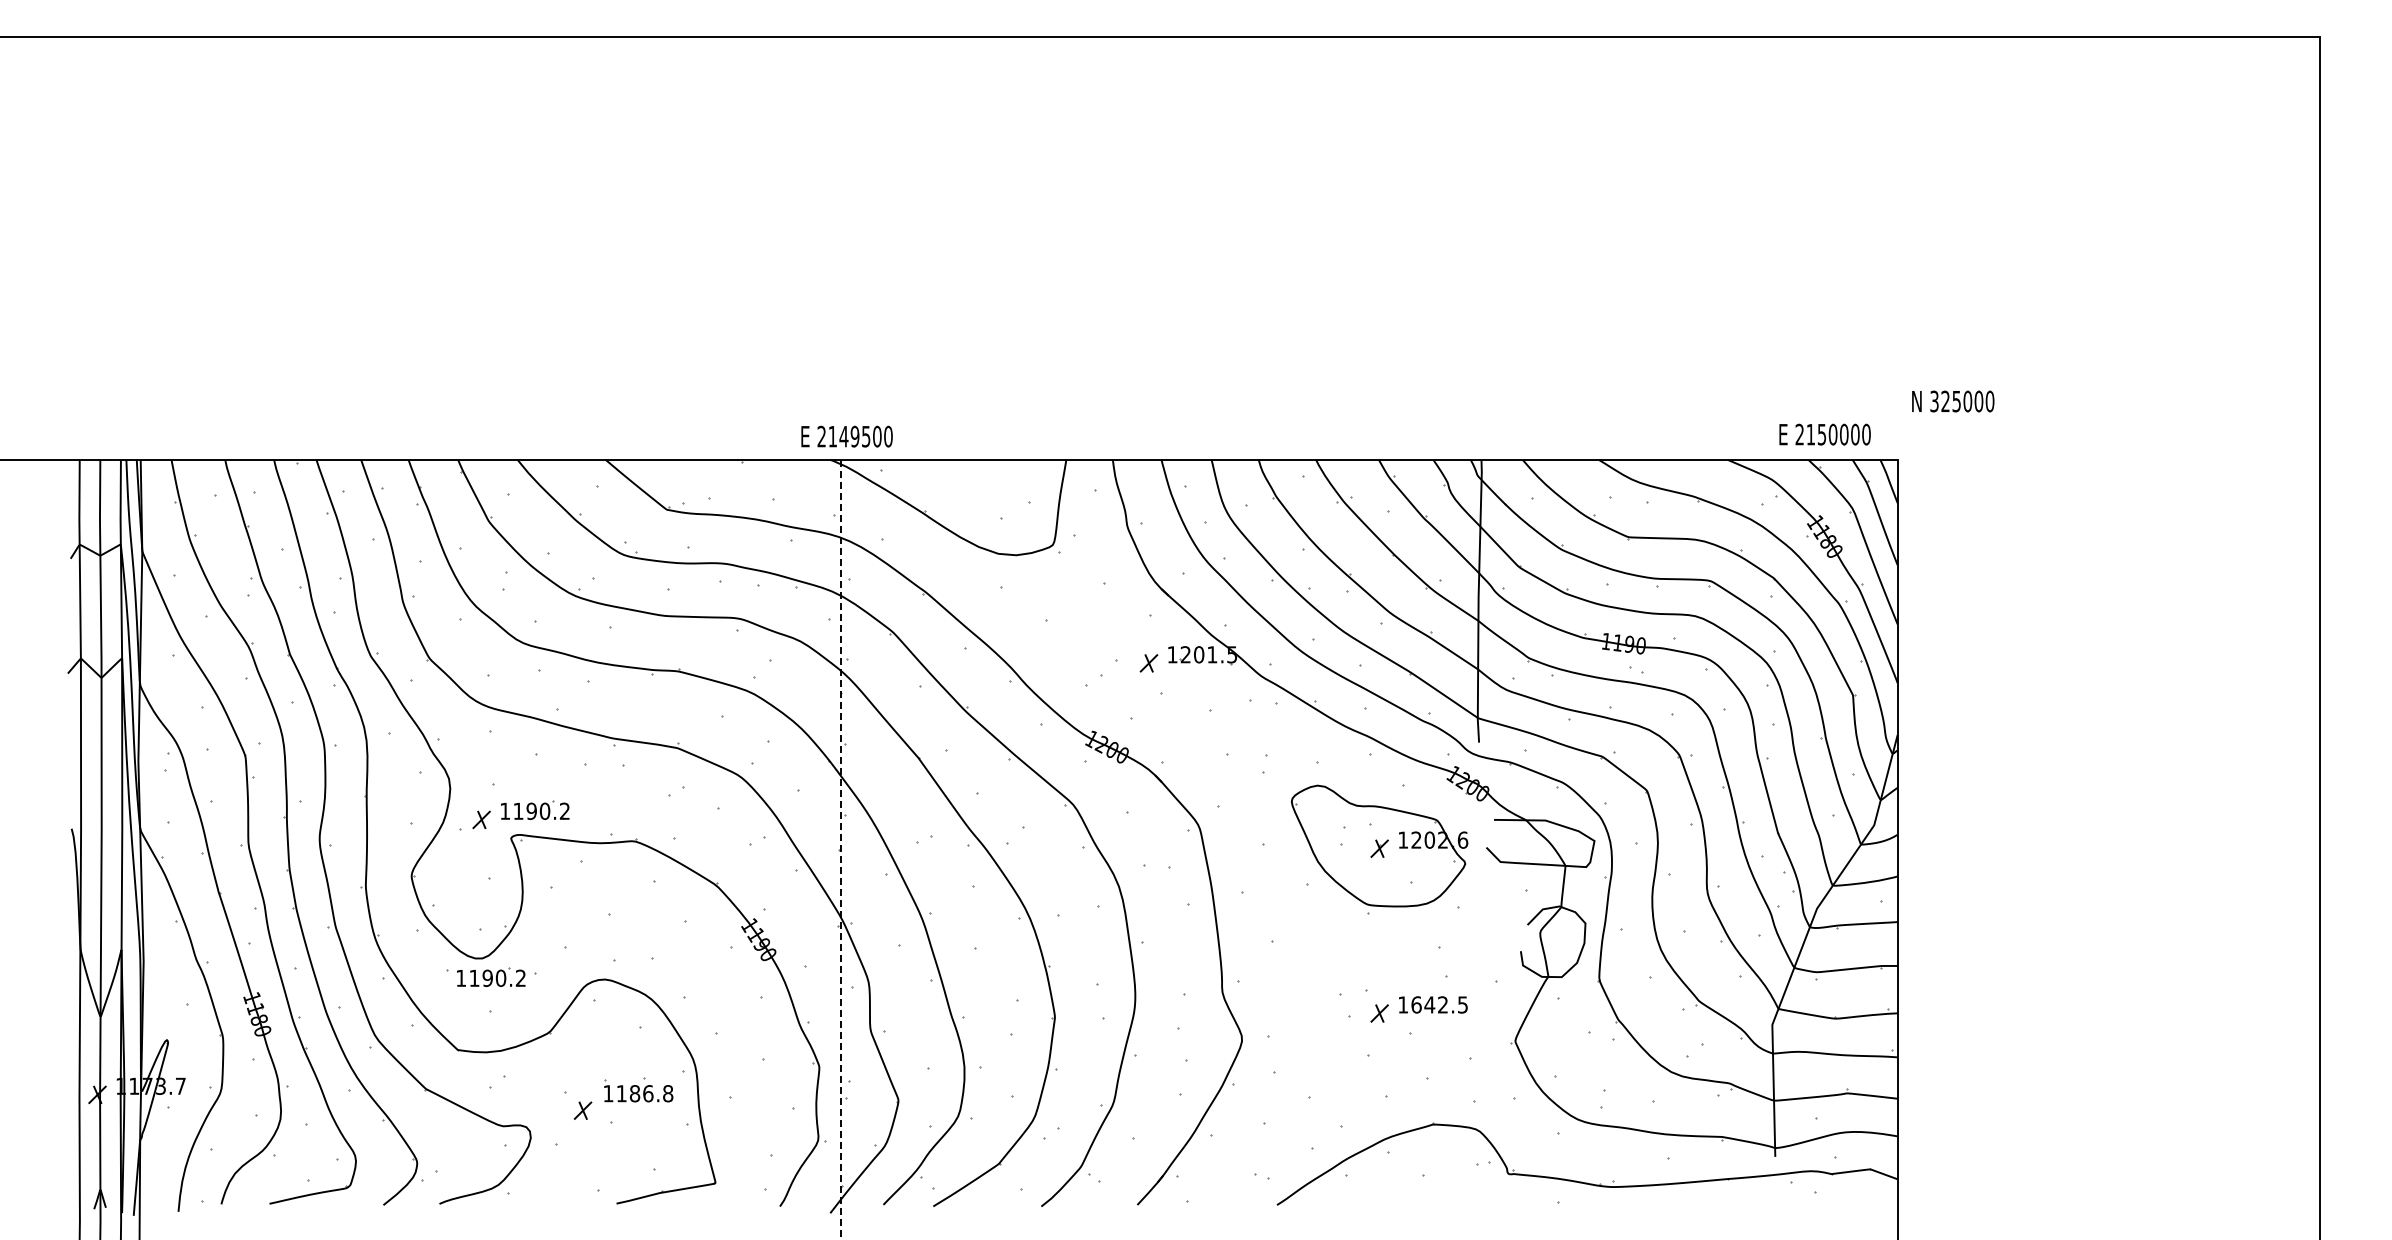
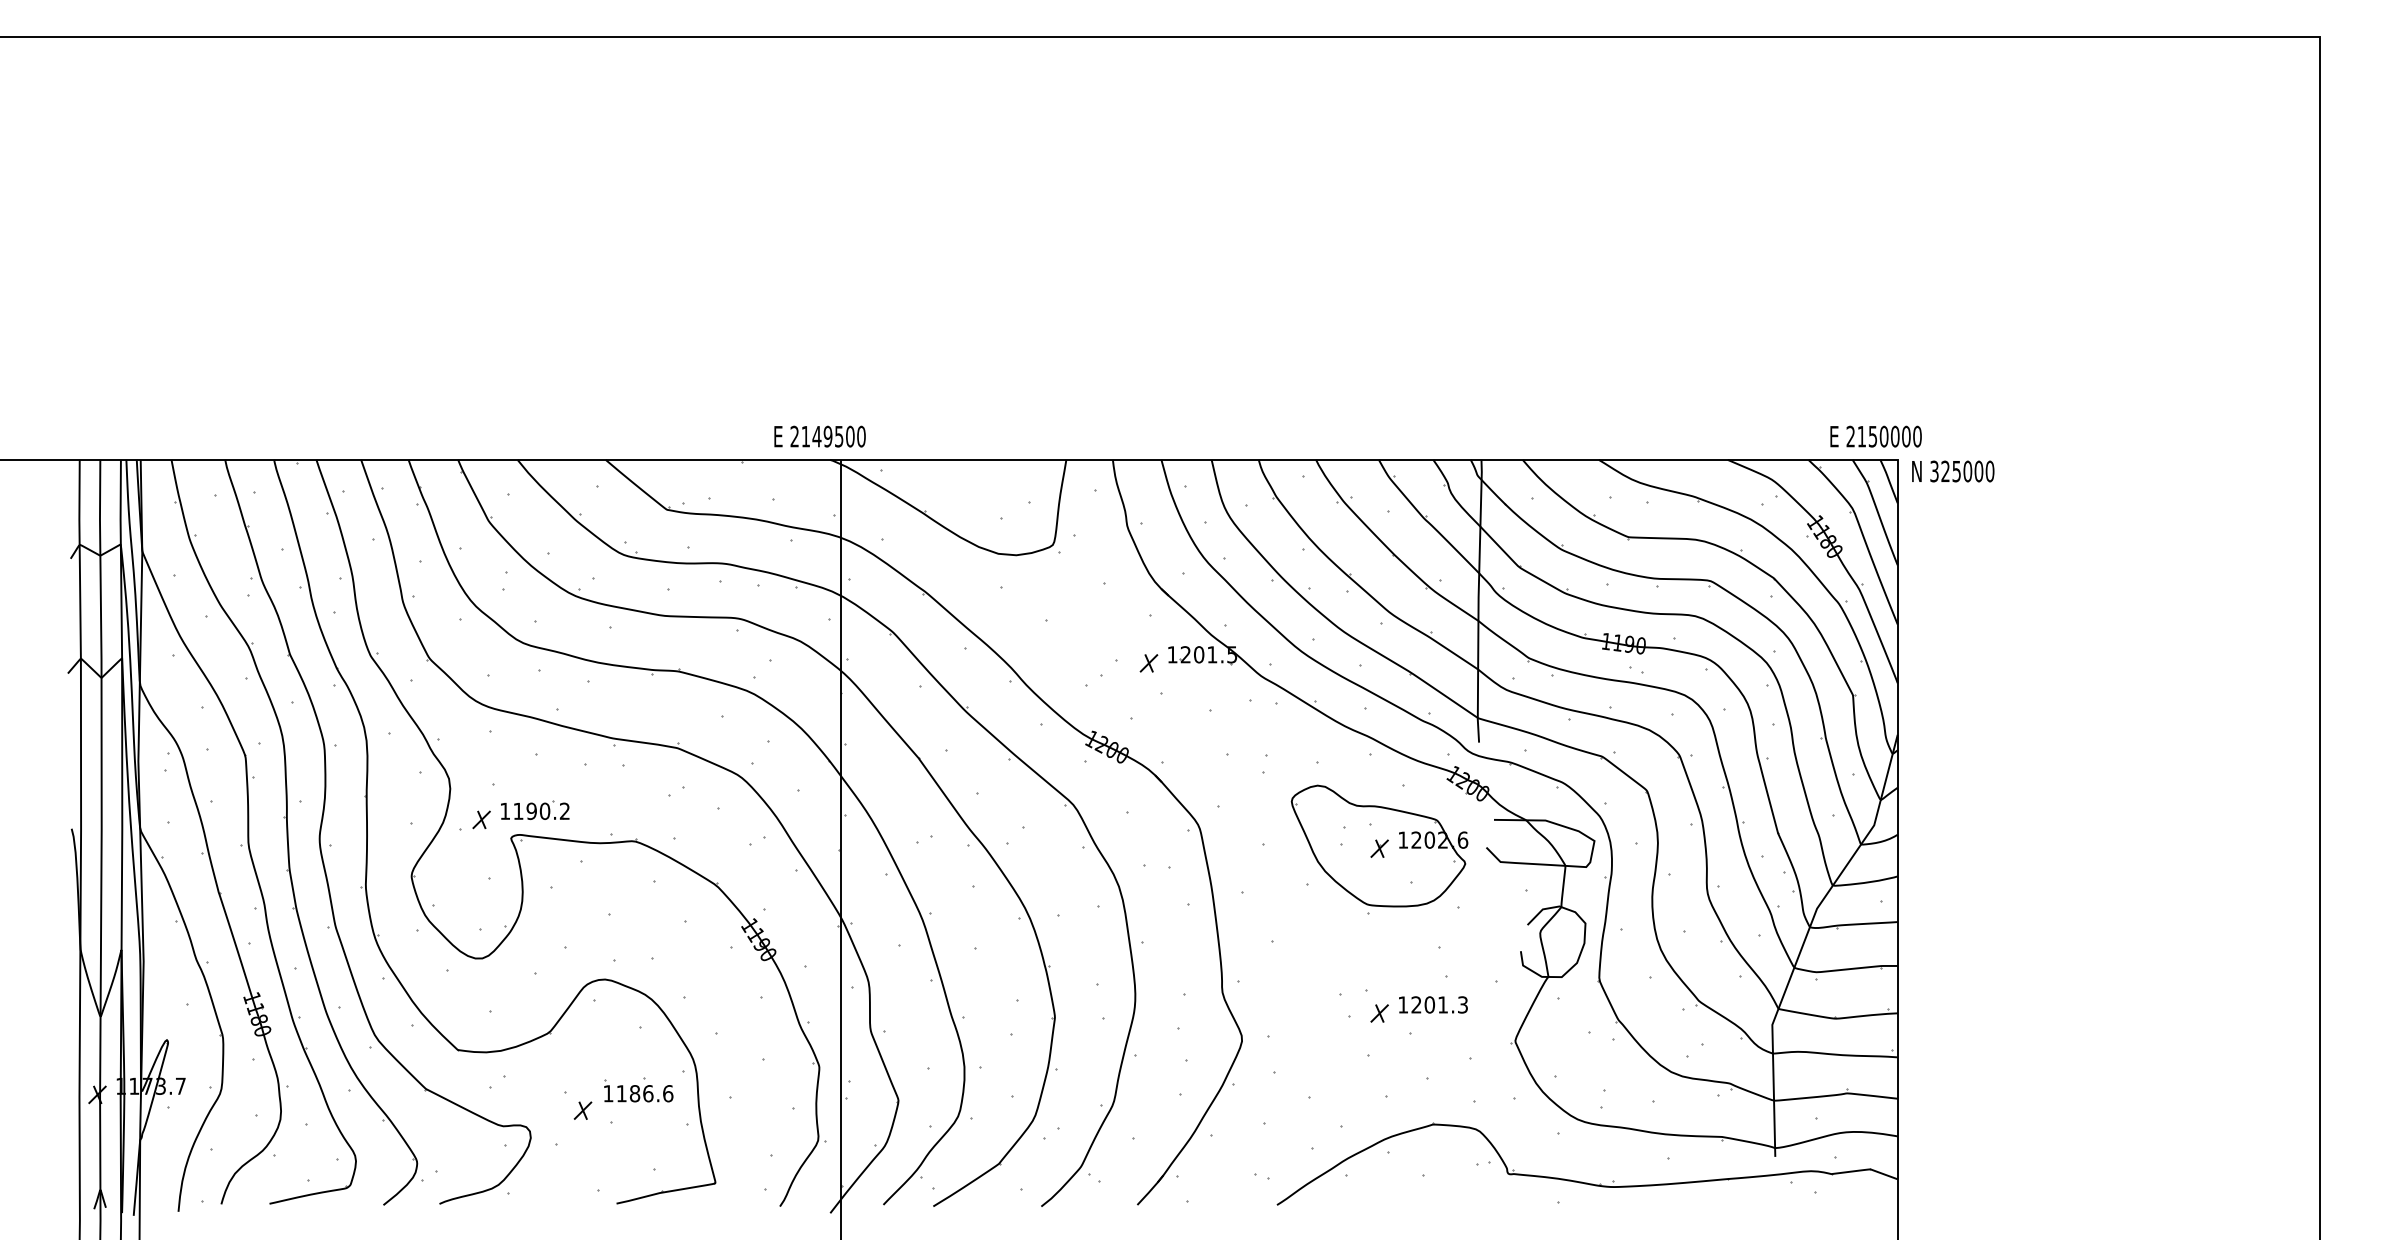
text at (1953, 401) position: (1953, 401) -> (1953, 471)
text at (1824, 434) position: (1824, 434) -> (1875, 436)
text at (846, 436) position: (846, 436) -> (819, 436)
line at (841, 849): dashed -> solid
part at (491, 976): present -> none
text at (1439, 1004): 1642.5 -> 1201.3
text at (668, 1093): 1186.8 -> 1186.6
